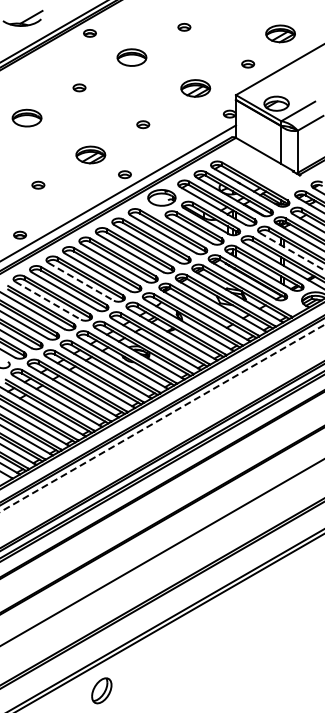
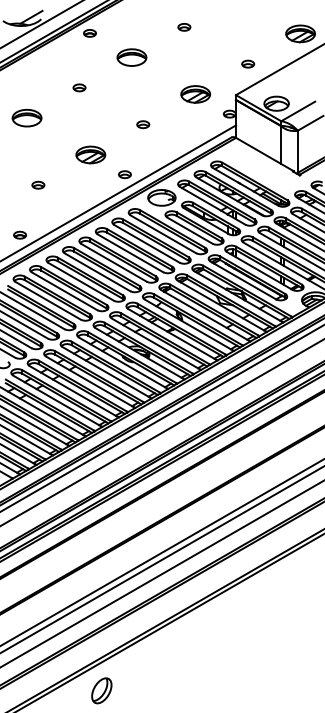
line at (41, 24): none -> present
part at (280, 33) position: (280, 33) -> (300, 33)
part at (195, 88) position: (195, 88) -> (195, 94)
line at (292, 252): dashed -> solid
line at (81, 281): dashed -> solid
line at (48, 300): dashed -> solid
line at (162, 418): dashed -> solid
line at (161, 432): none -> present
line at (161, 560): none -> present
line at (161, 574): none -> present
